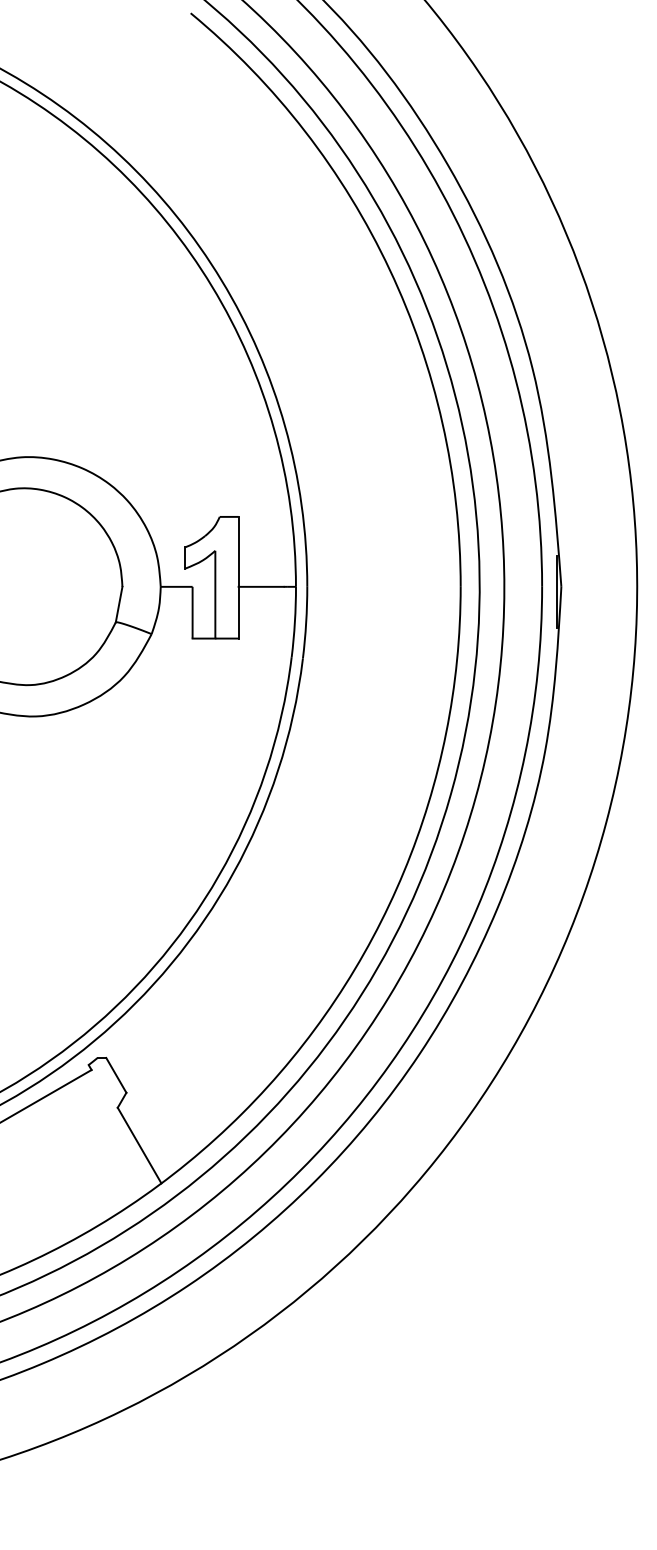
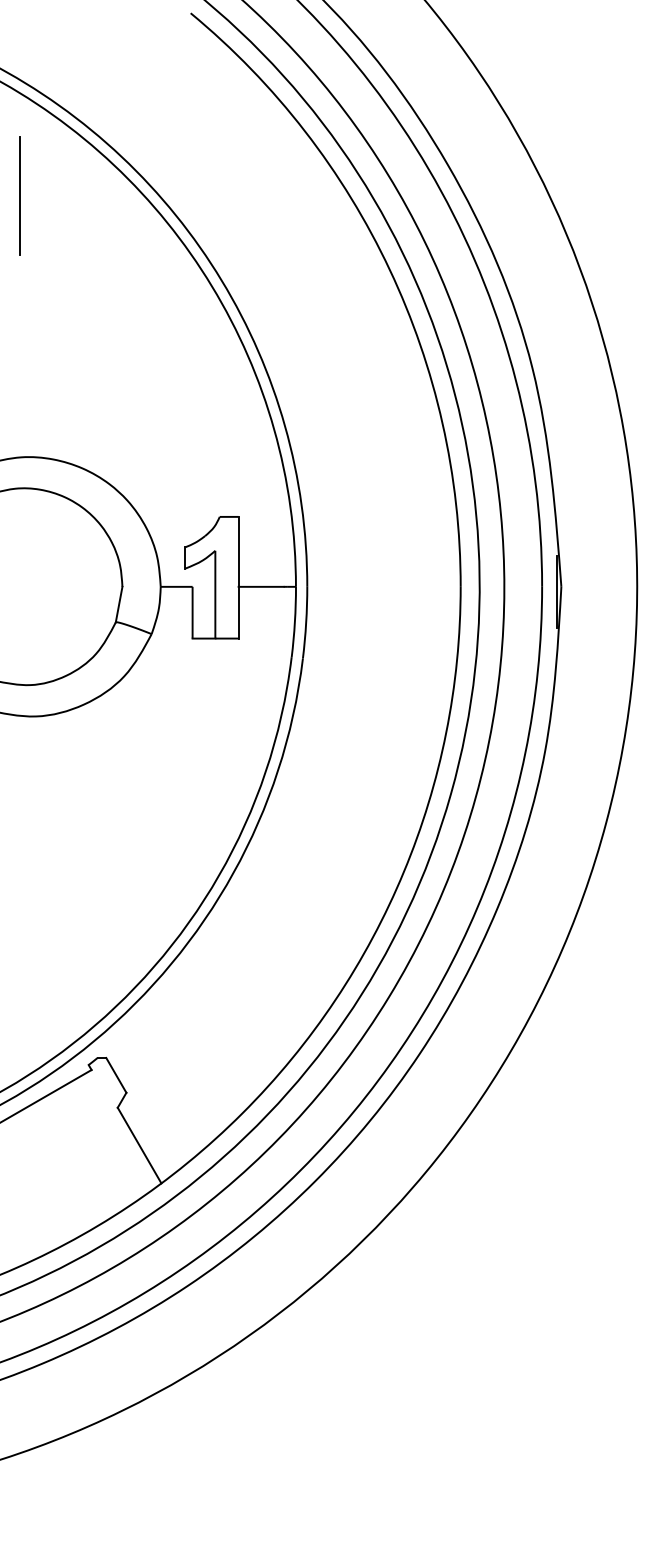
line at (19, 195): none -> present
